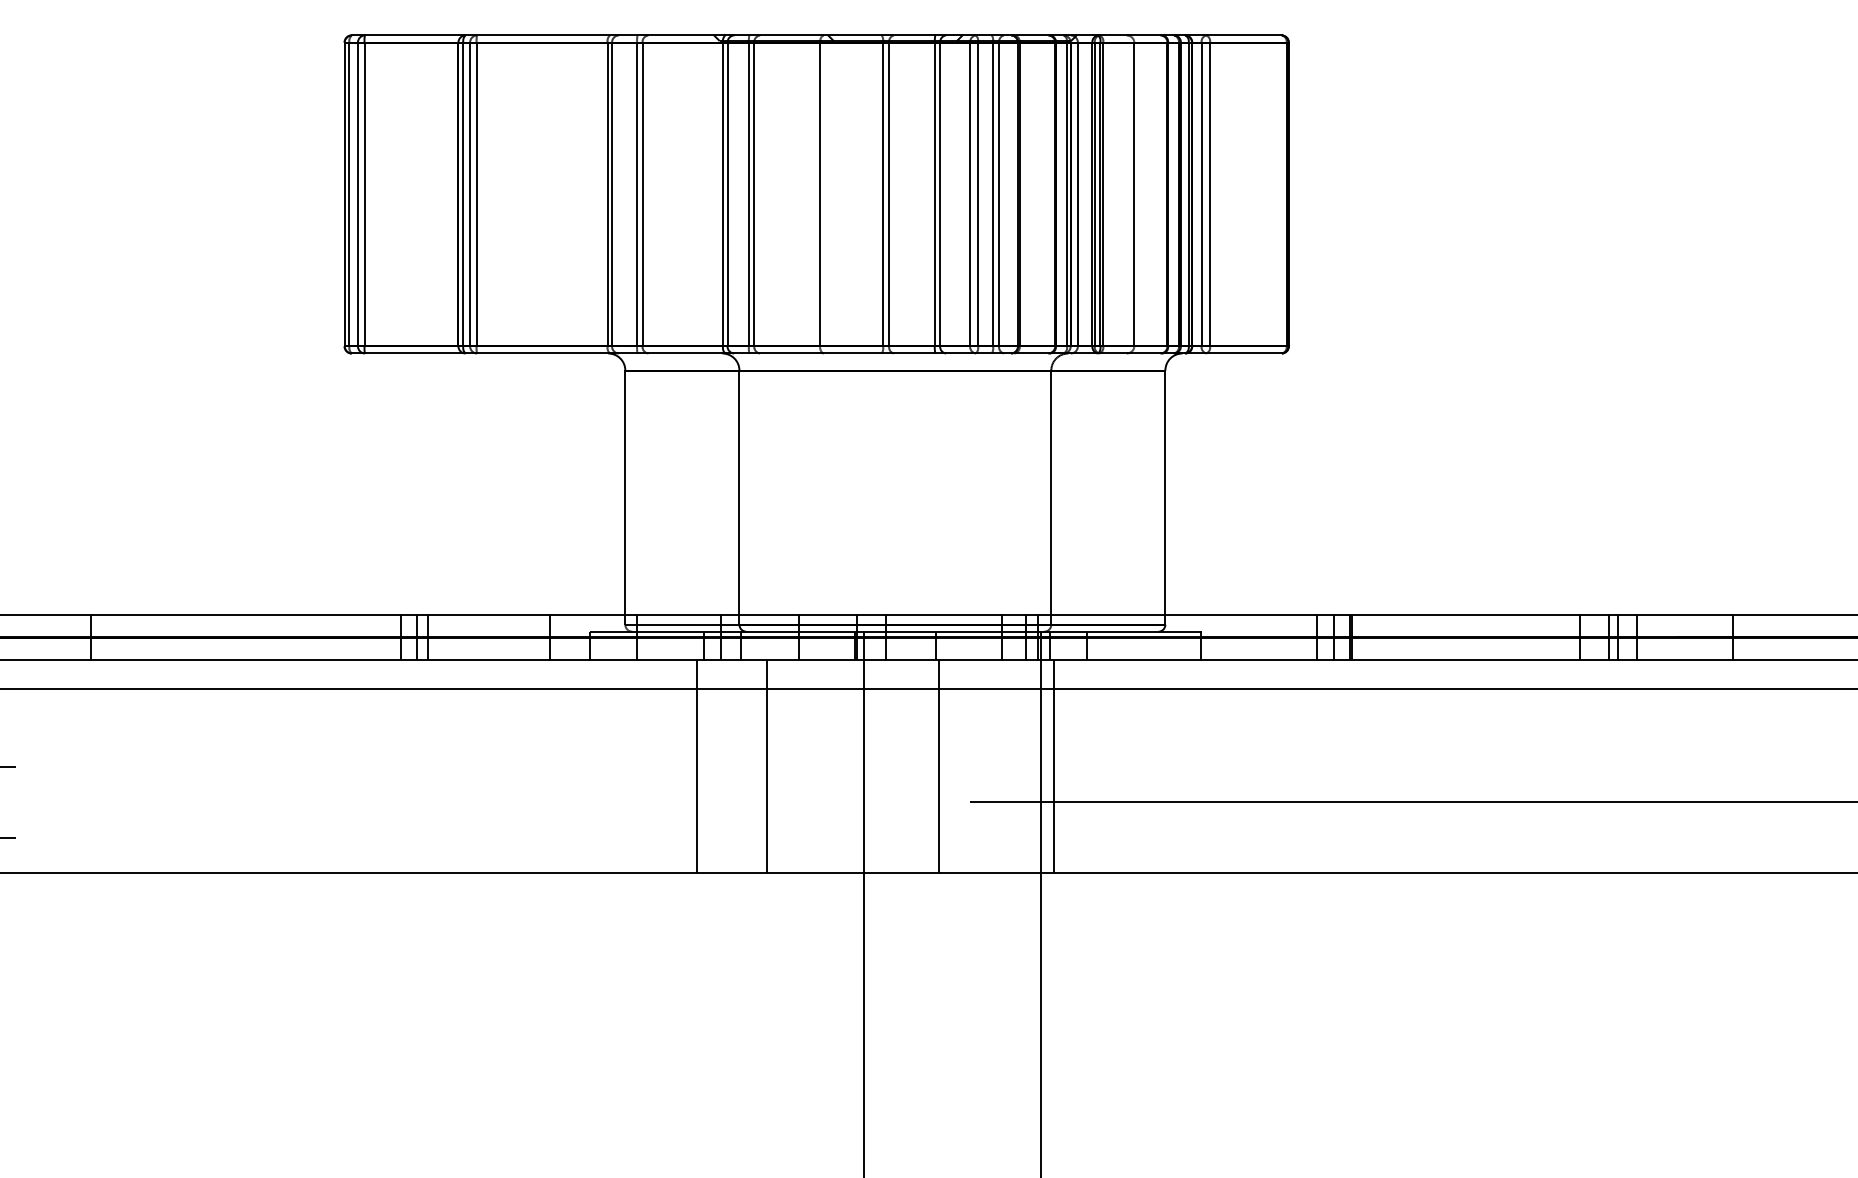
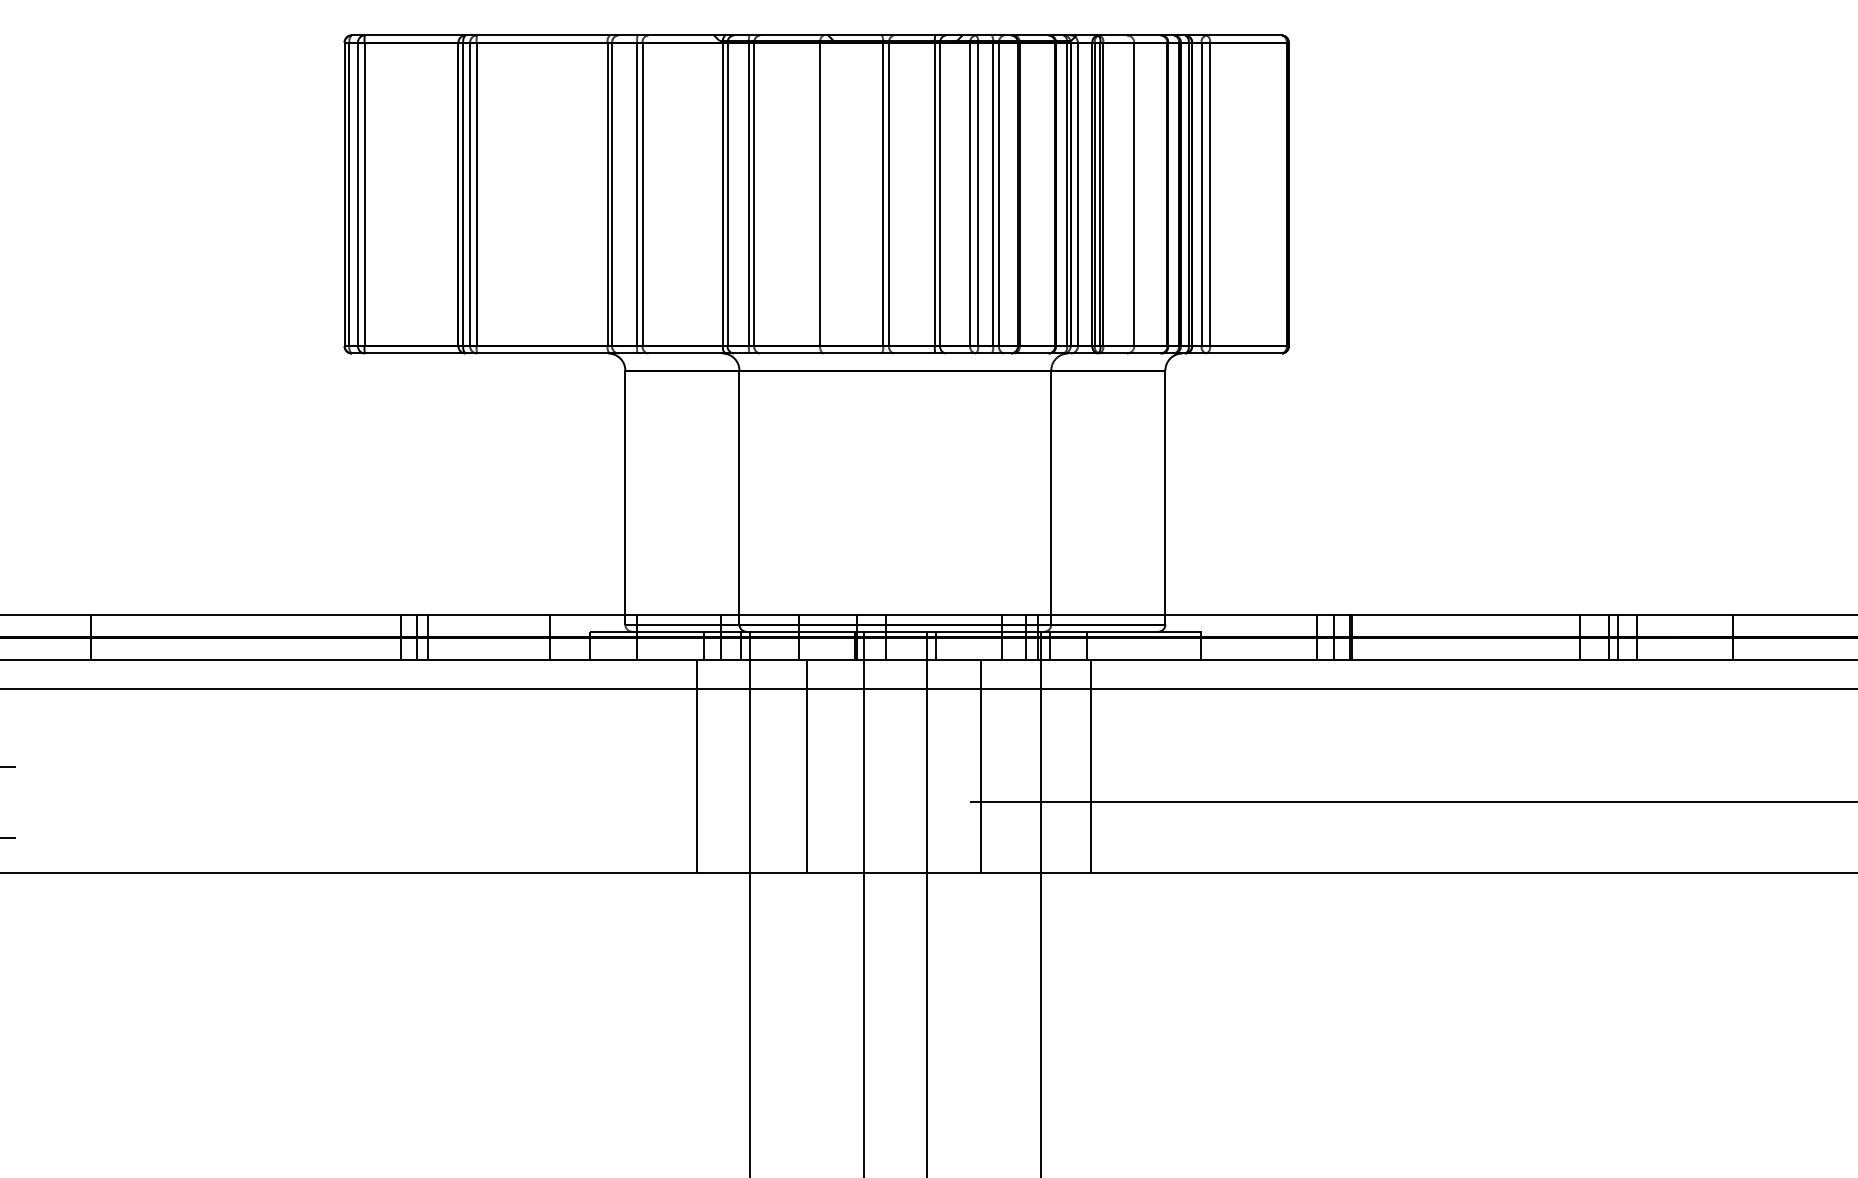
line at (766, 766) position: (766, 766) -> (806, 766)
line at (939, 766) position: (939, 766) -> (981, 766)
line at (1053, 766) position: (1053, 766) -> (1090, 766)
line at (749, 902): none -> present
line at (927, 902): none -> present
